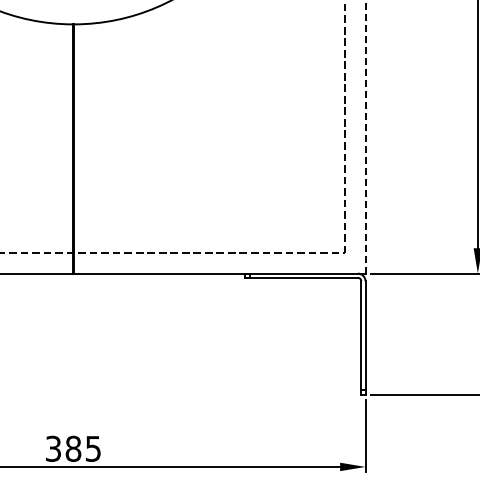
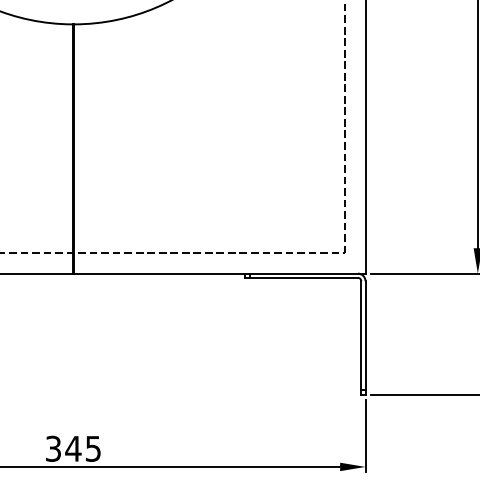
line at (365, 136): dashed -> solid
text at (73, 448): 385 -> 345
